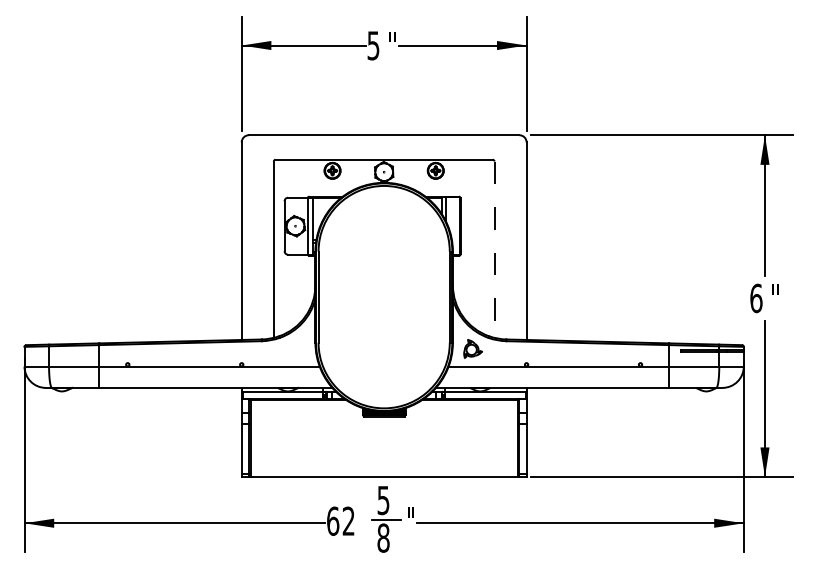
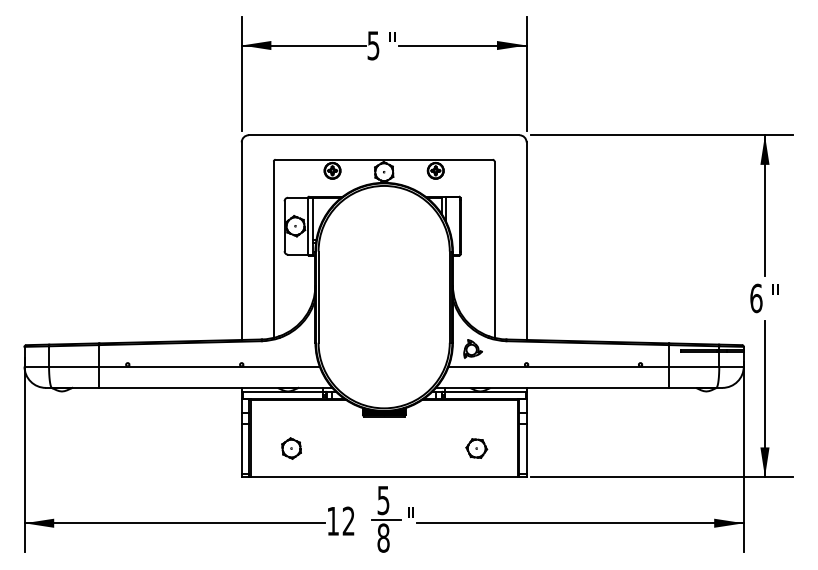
line at (494, 250): dashed -> solid
part at (291, 448): none -> present
part at (476, 448): none -> present
text at (333, 520): 62 -> 12
